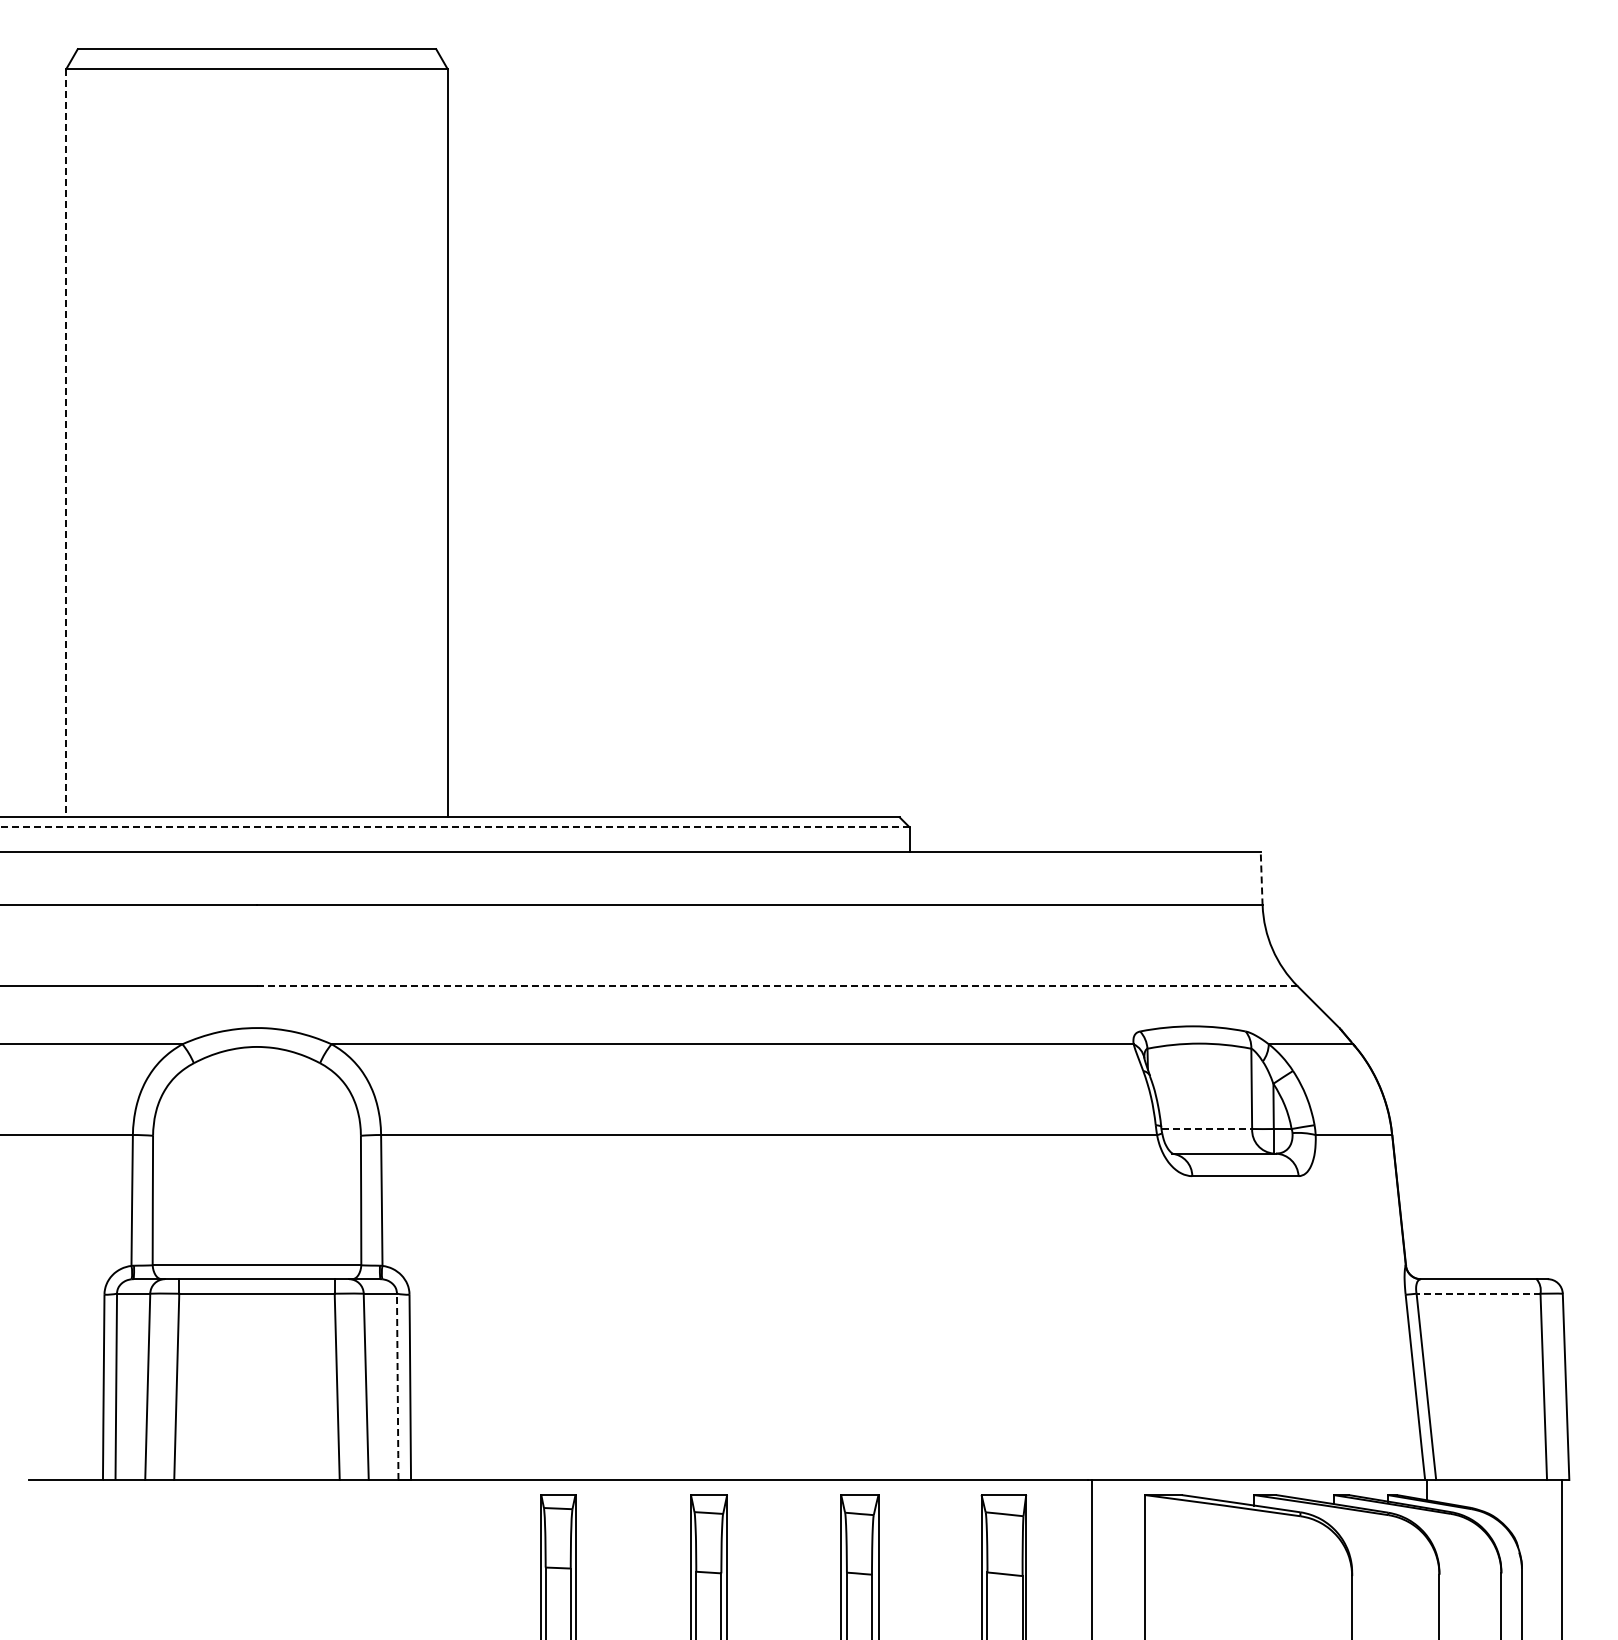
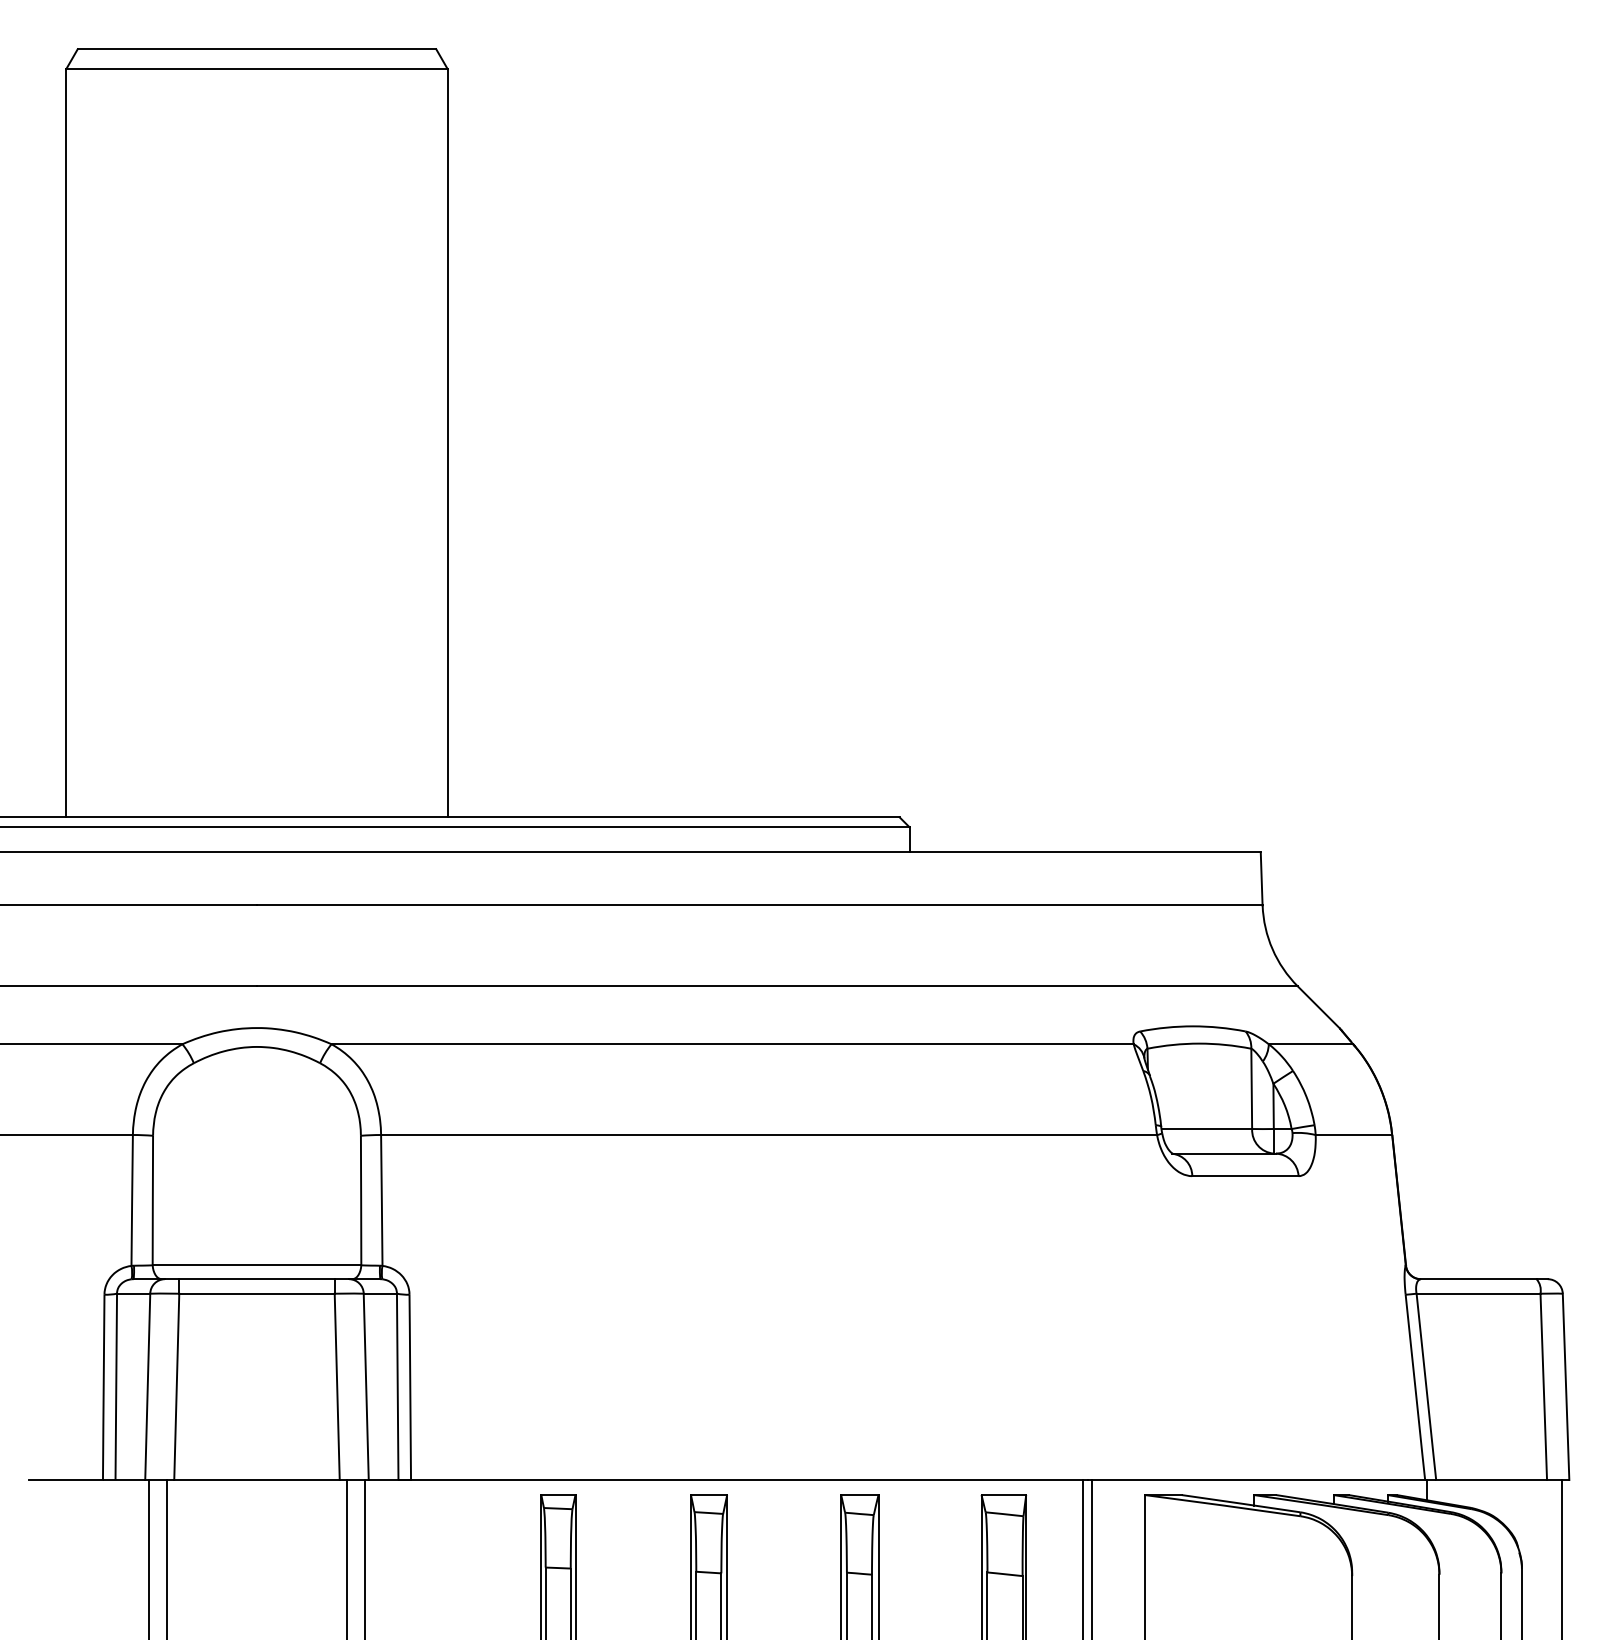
line at (66, 443): dashed -> solid
line at (454, 827): dashed -> solid
line at (1261, 878): dashed -> solid
line at (776, 986): dashed -> solid
line at (1207, 1128): dashed -> solid
line at (1478, 1293): dashed -> solid
line at (397, 1387): dashed -> solid
line at (148, 1558): none -> present
line at (166, 1558): none -> present
line at (347, 1558): none -> present
line at (365, 1558): none -> present
line at (1083, 1558): none -> present
